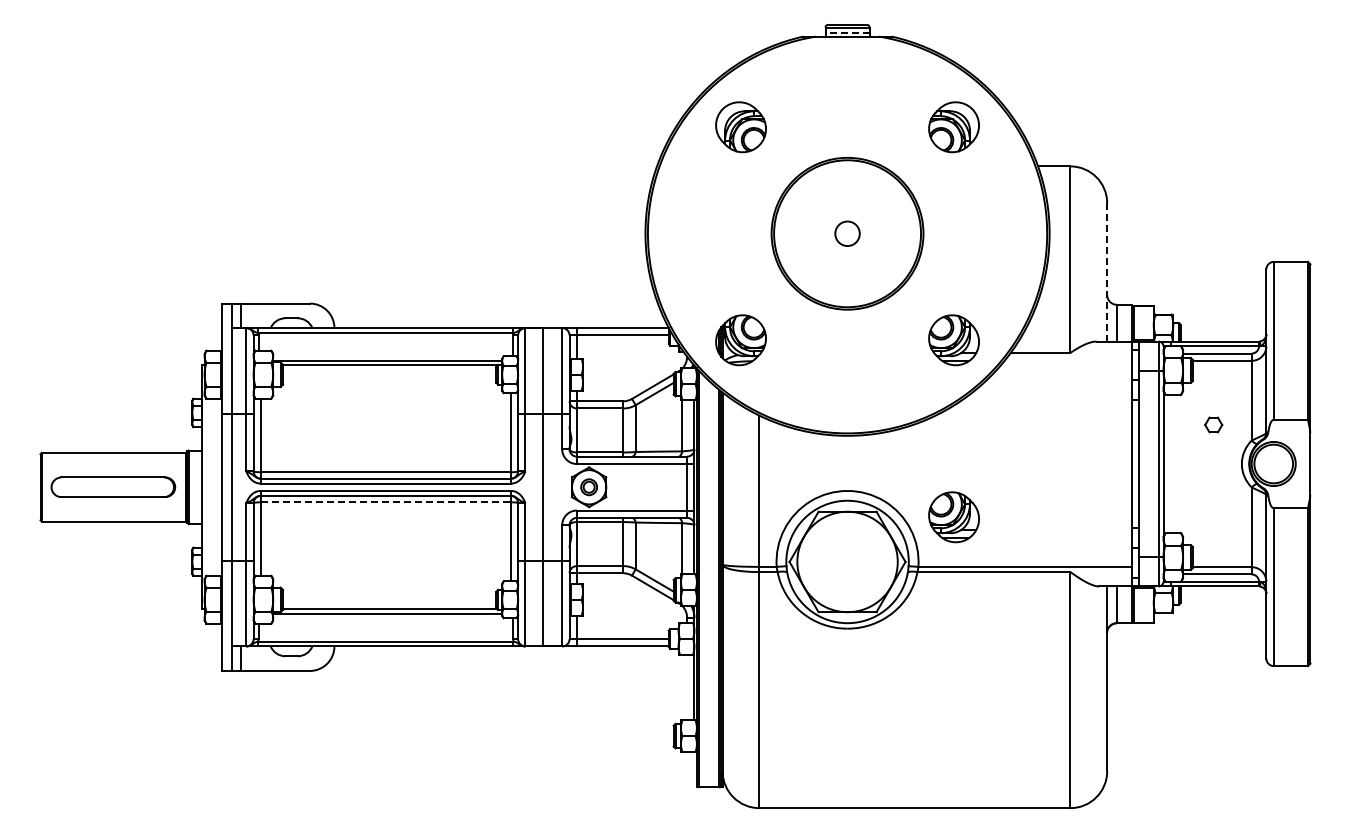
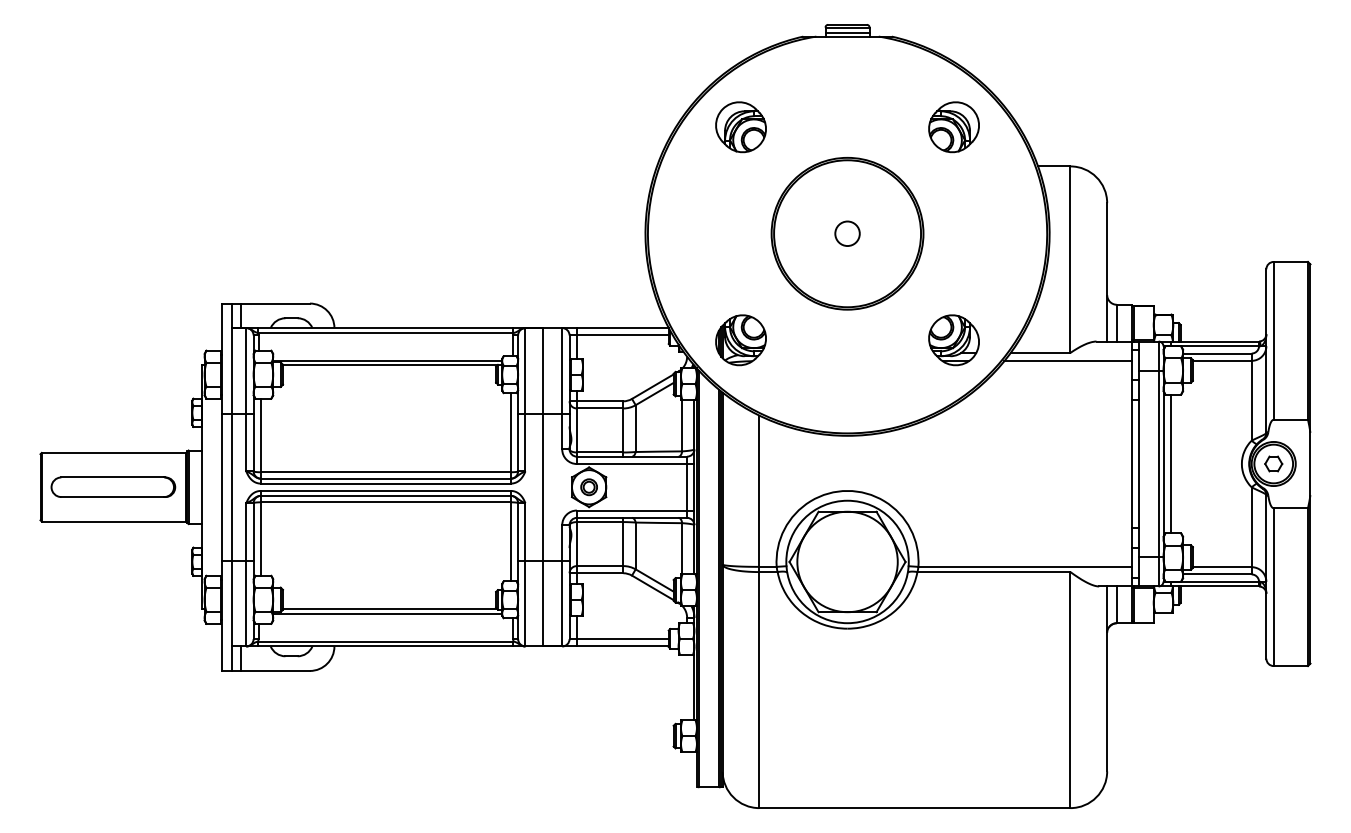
line at (847, 32): dashed -> solid
line at (1107, 271): dashed -> solid
line at (1067, 361): none -> present
part at (1213, 424) position: (1213, 424) -> (1273, 463)
line at (1170, 463): none -> present
line at (385, 502): dashed -> solid
part at (953, 517): present -> none
